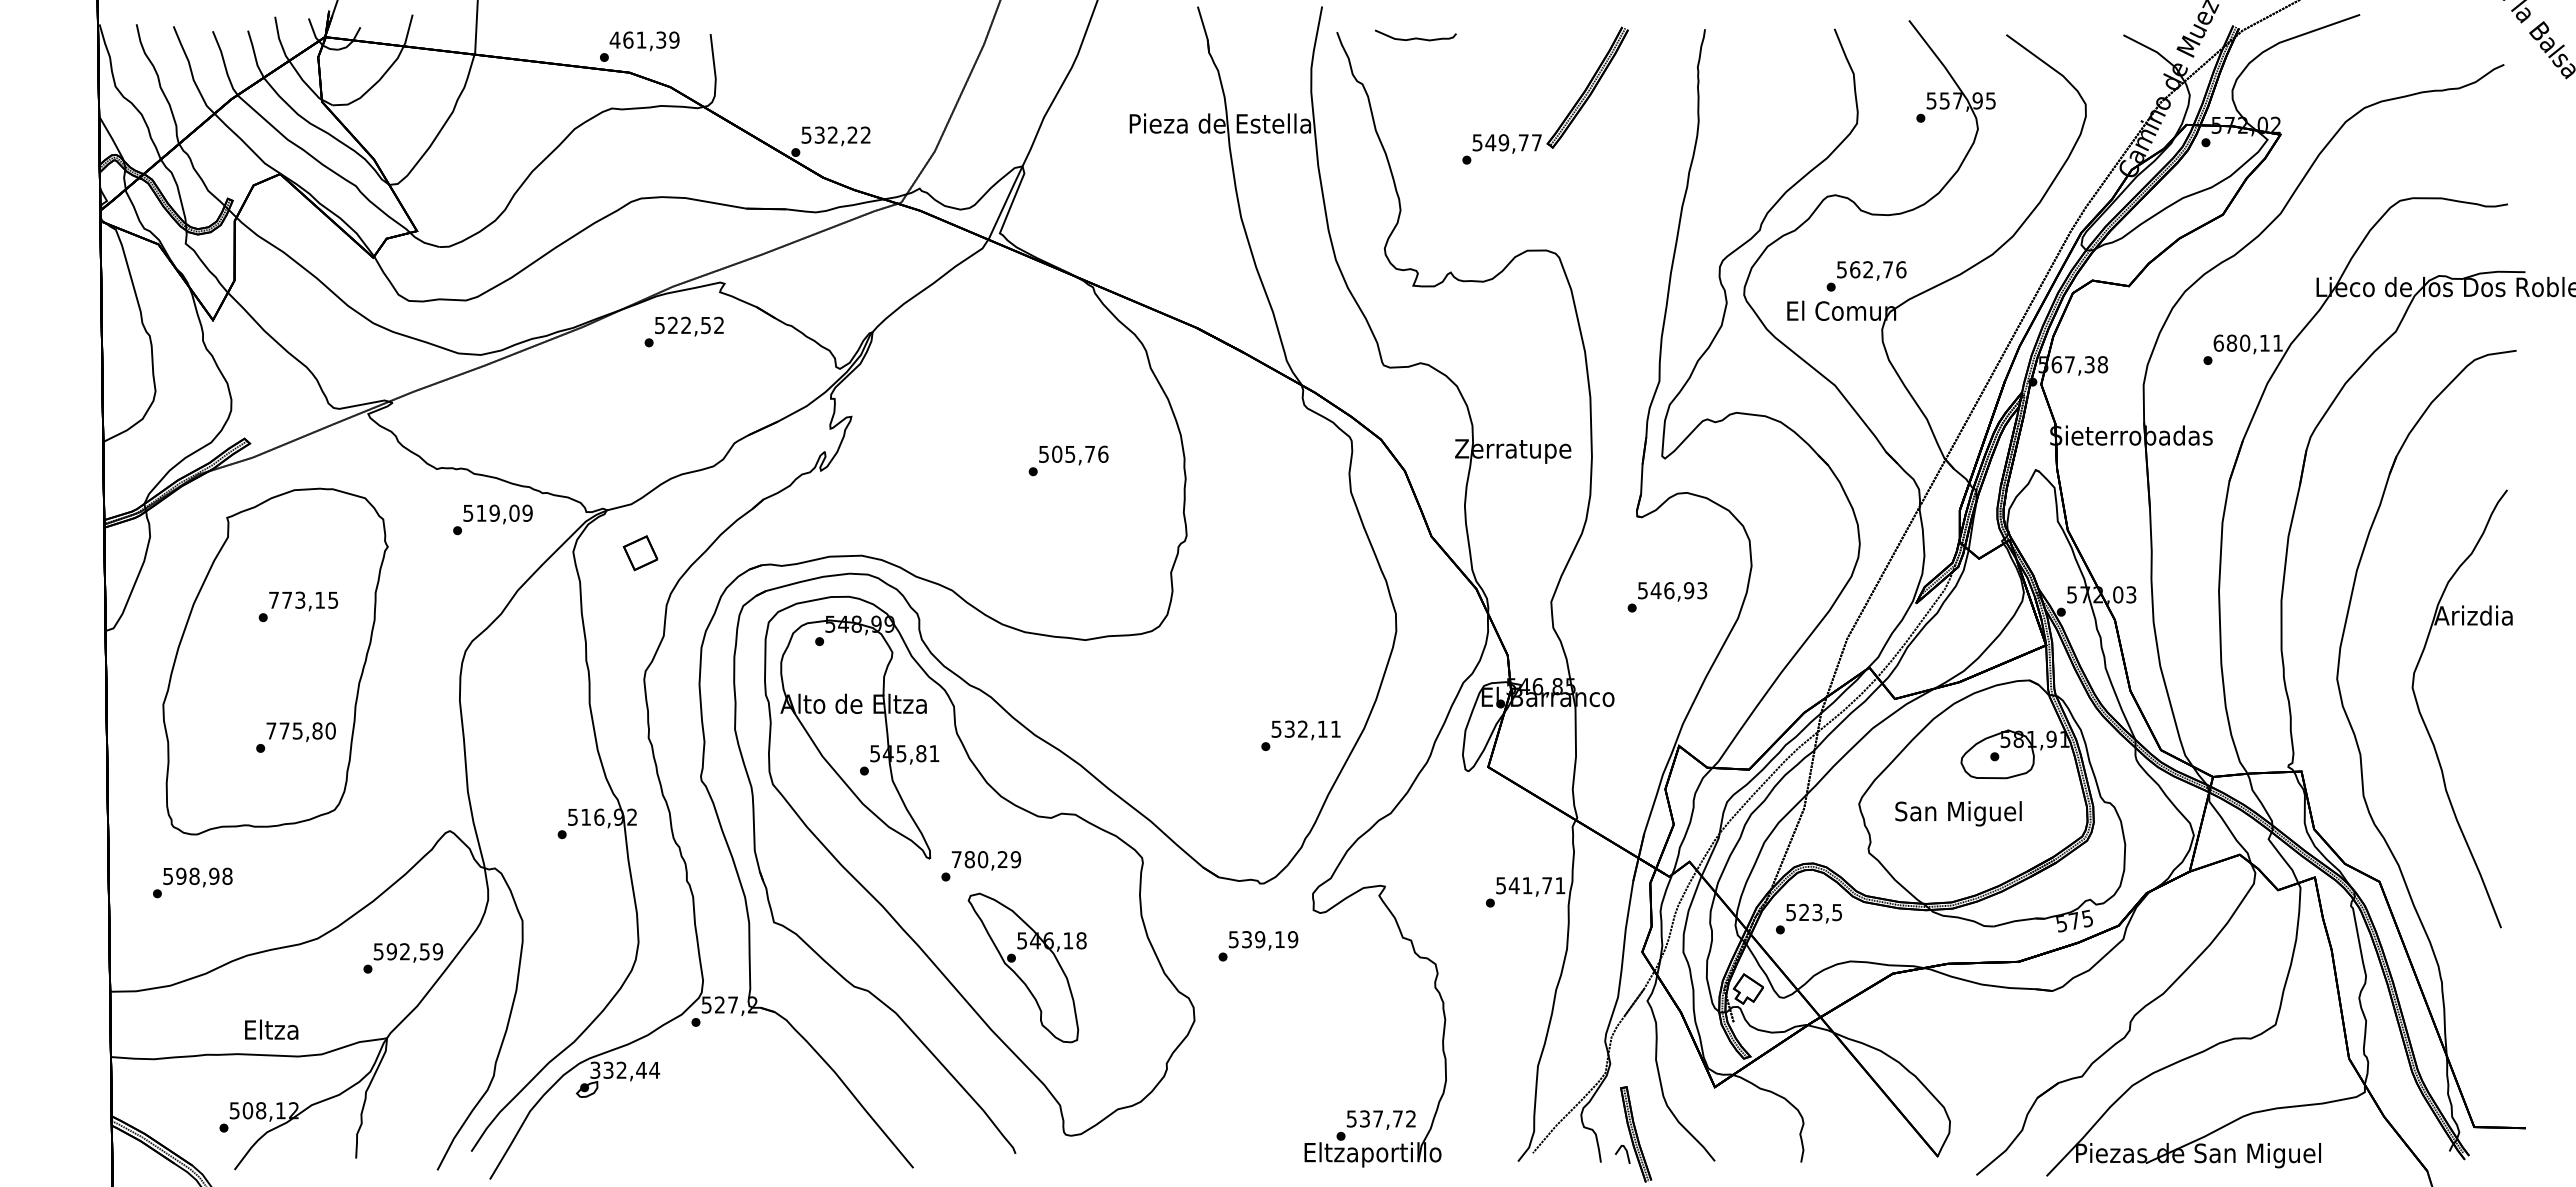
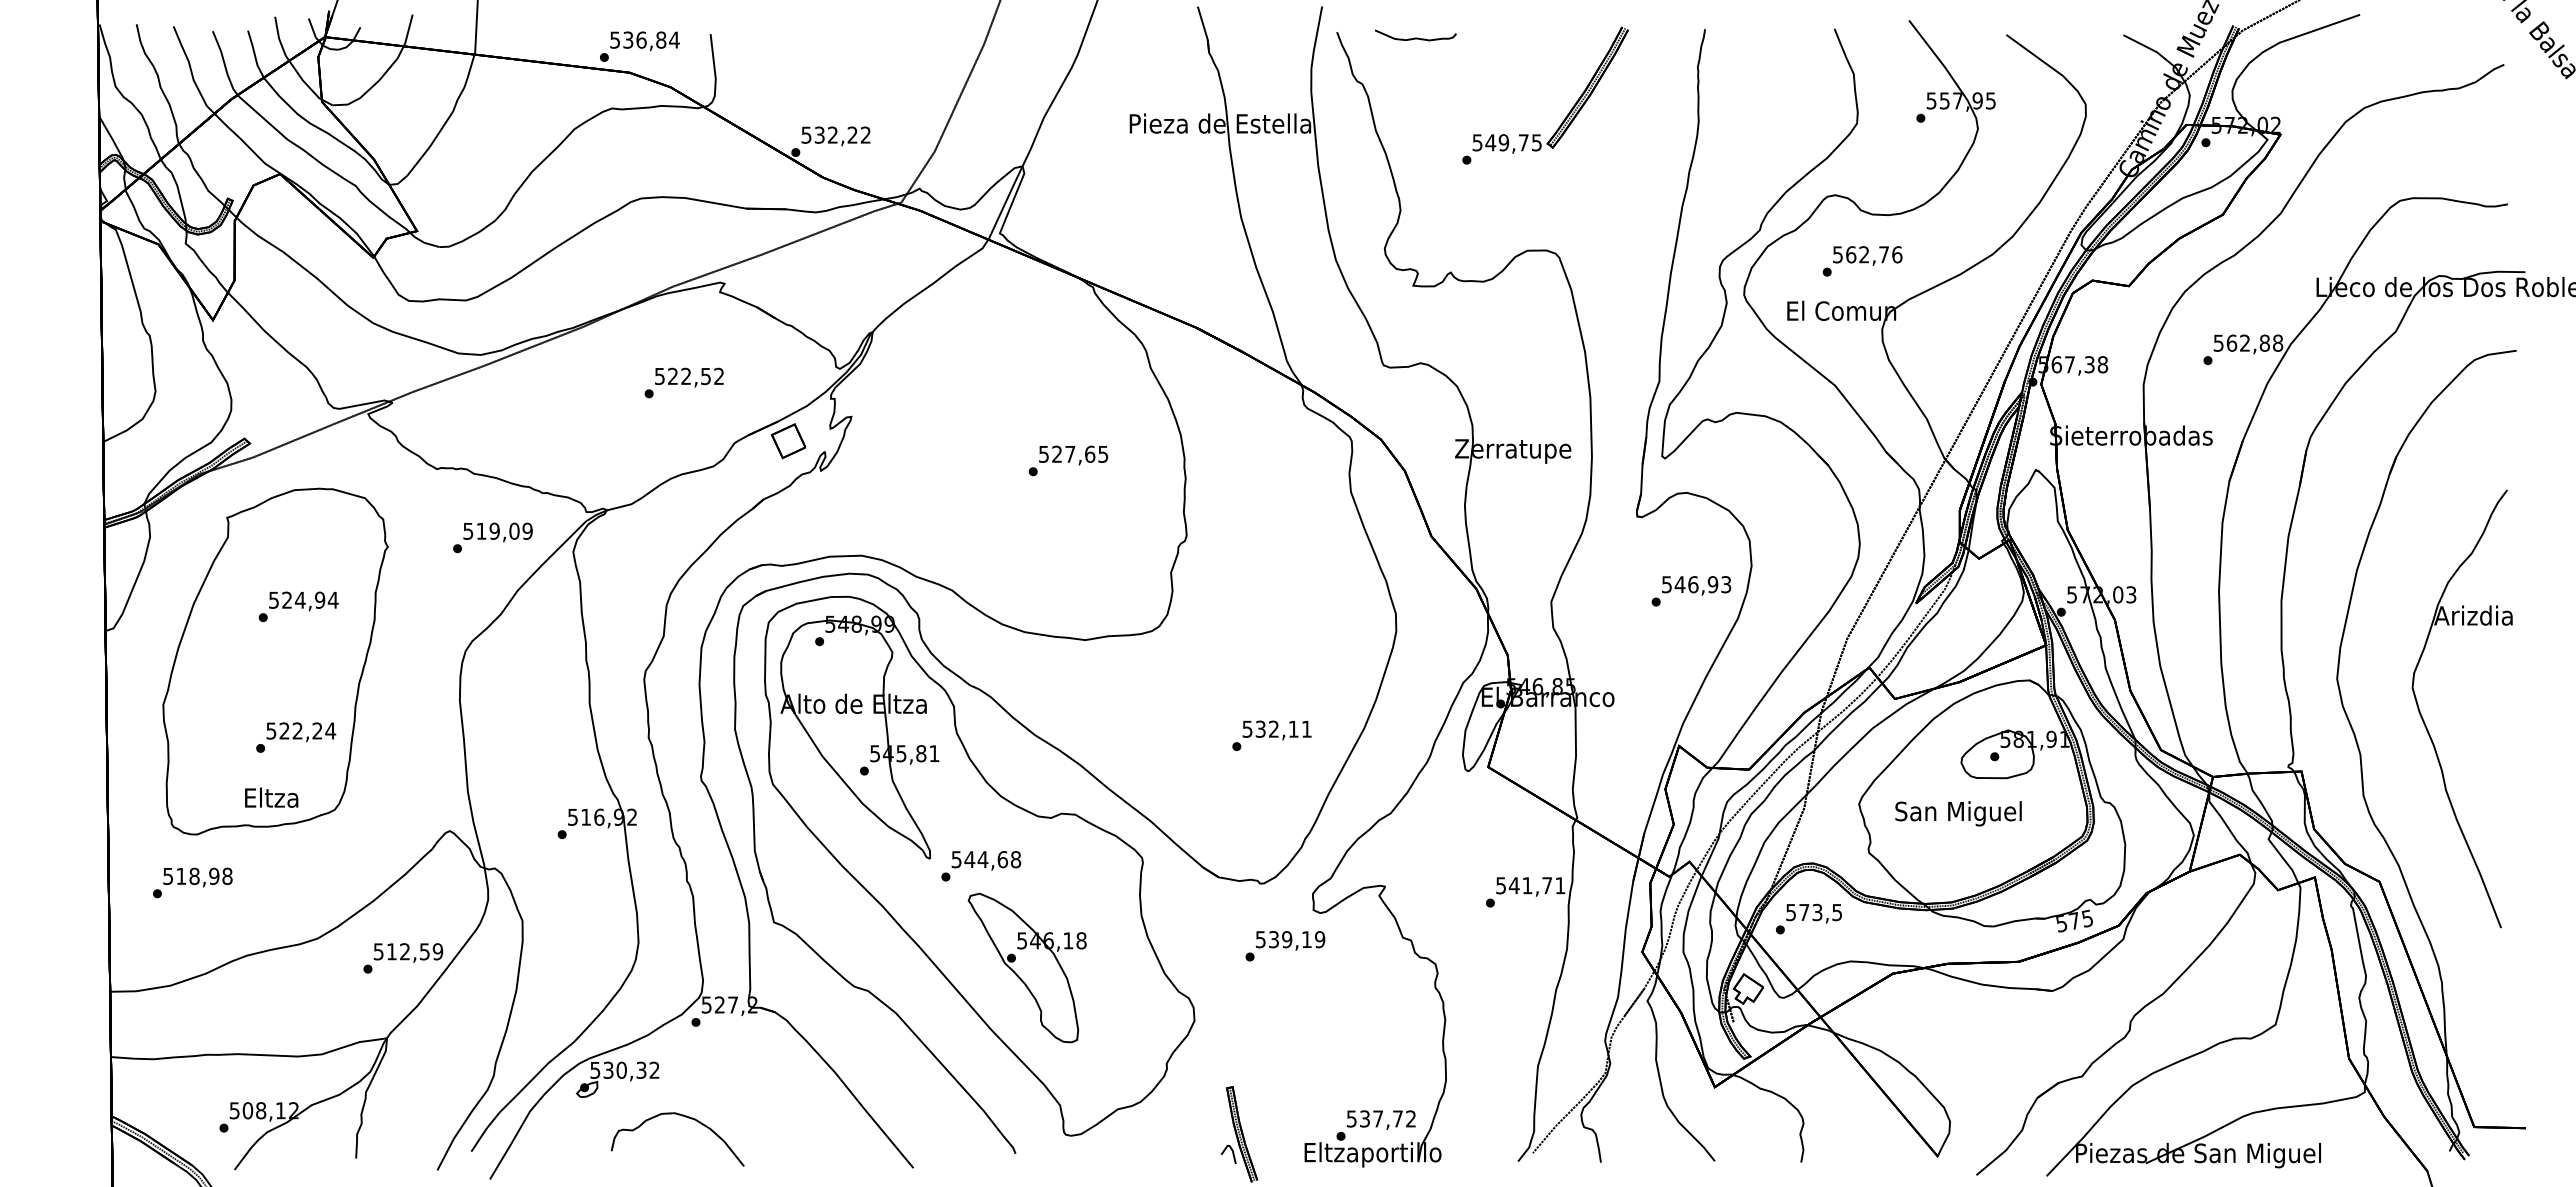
text at (644, 39): 461,39 -> 536,84
text at (1536, 142): 549,77 -> 549,75
text at (1866, 276) position: (1866, 276) -> (1862, 261)
text at (683, 331) position: (683, 331) -> (683, 382)
text at (2248, 342): 680,11 -> 562,88
text at (1080, 453): 505,76 -> 527,65
text at (492, 519) position: (492, 519) -> (492, 537)
part at (640, 553) position: (640, 553) -> (788, 441)
text at (1667, 597) position: (1667, 597) -> (1691, 591)
text at (303, 599): 773,15 -> 524,94
text at (301, 730): 775,80 -> 522,24
text at (1300, 735) position: (1300, 735) -> (1271, 735)
text at (986, 859): 780,29 -> 544,68
text at (181, 875): 598,98 -> 518,98
text at (1804, 911): 523,5 -> 573,5
text at (1258, 946) position: (1258, 946) -> (1285, 946)
text at (391, 951): 592,59 -> 512,59
text at (271, 1029) position: (271, 1029) -> (271, 797)
text at (625, 1069): 332,44 -> 530,32
curve at (685, 1117): none -> present
part at (1633, 1134) position: (1633, 1134) -> (1239, 1134)
